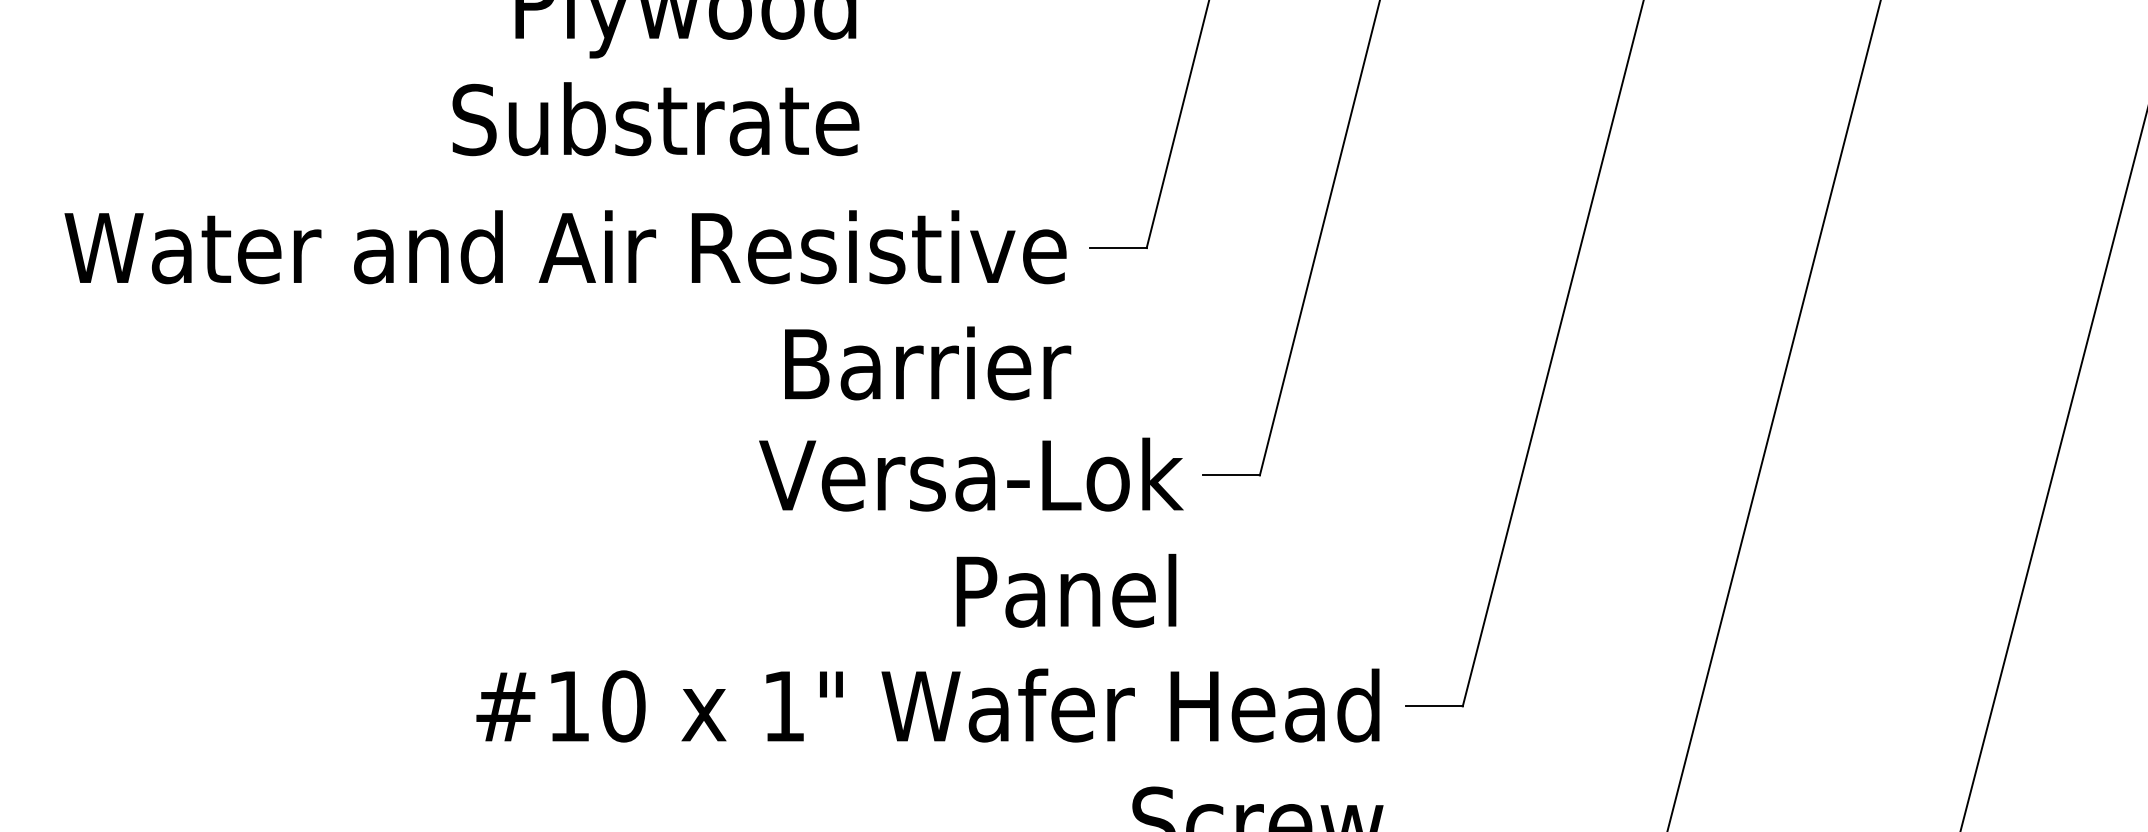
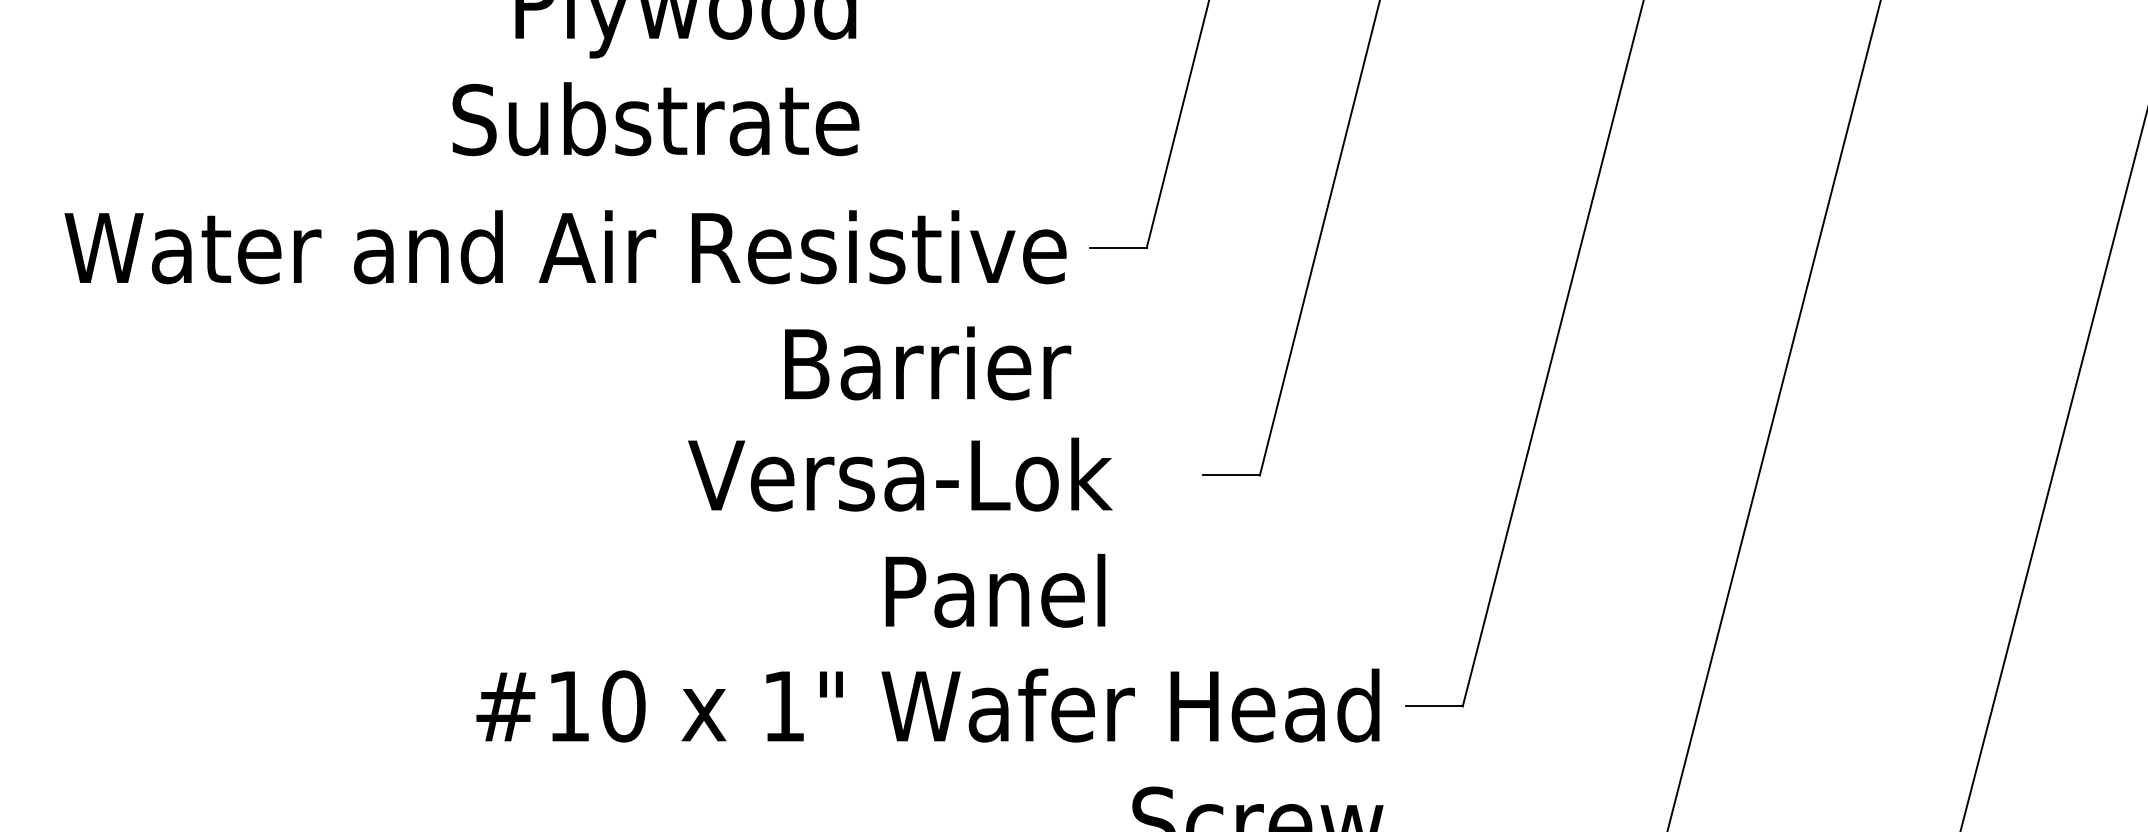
text at (971, 532) position: (971, 532) -> (900, 532)
